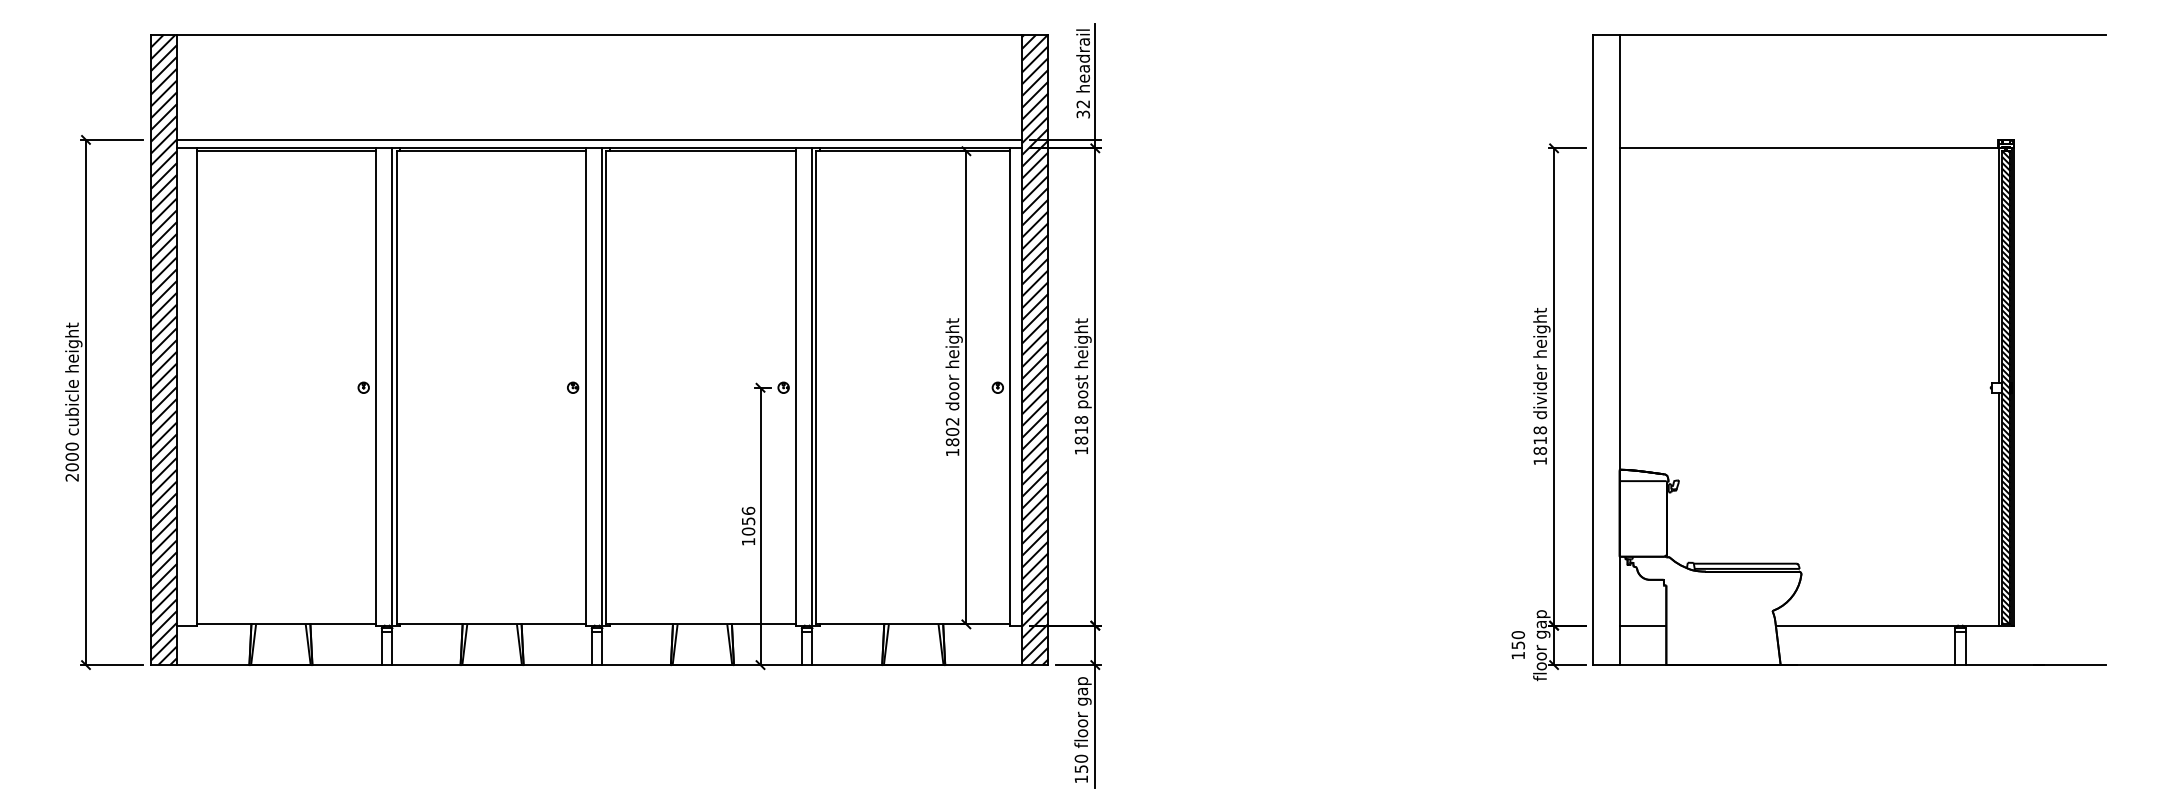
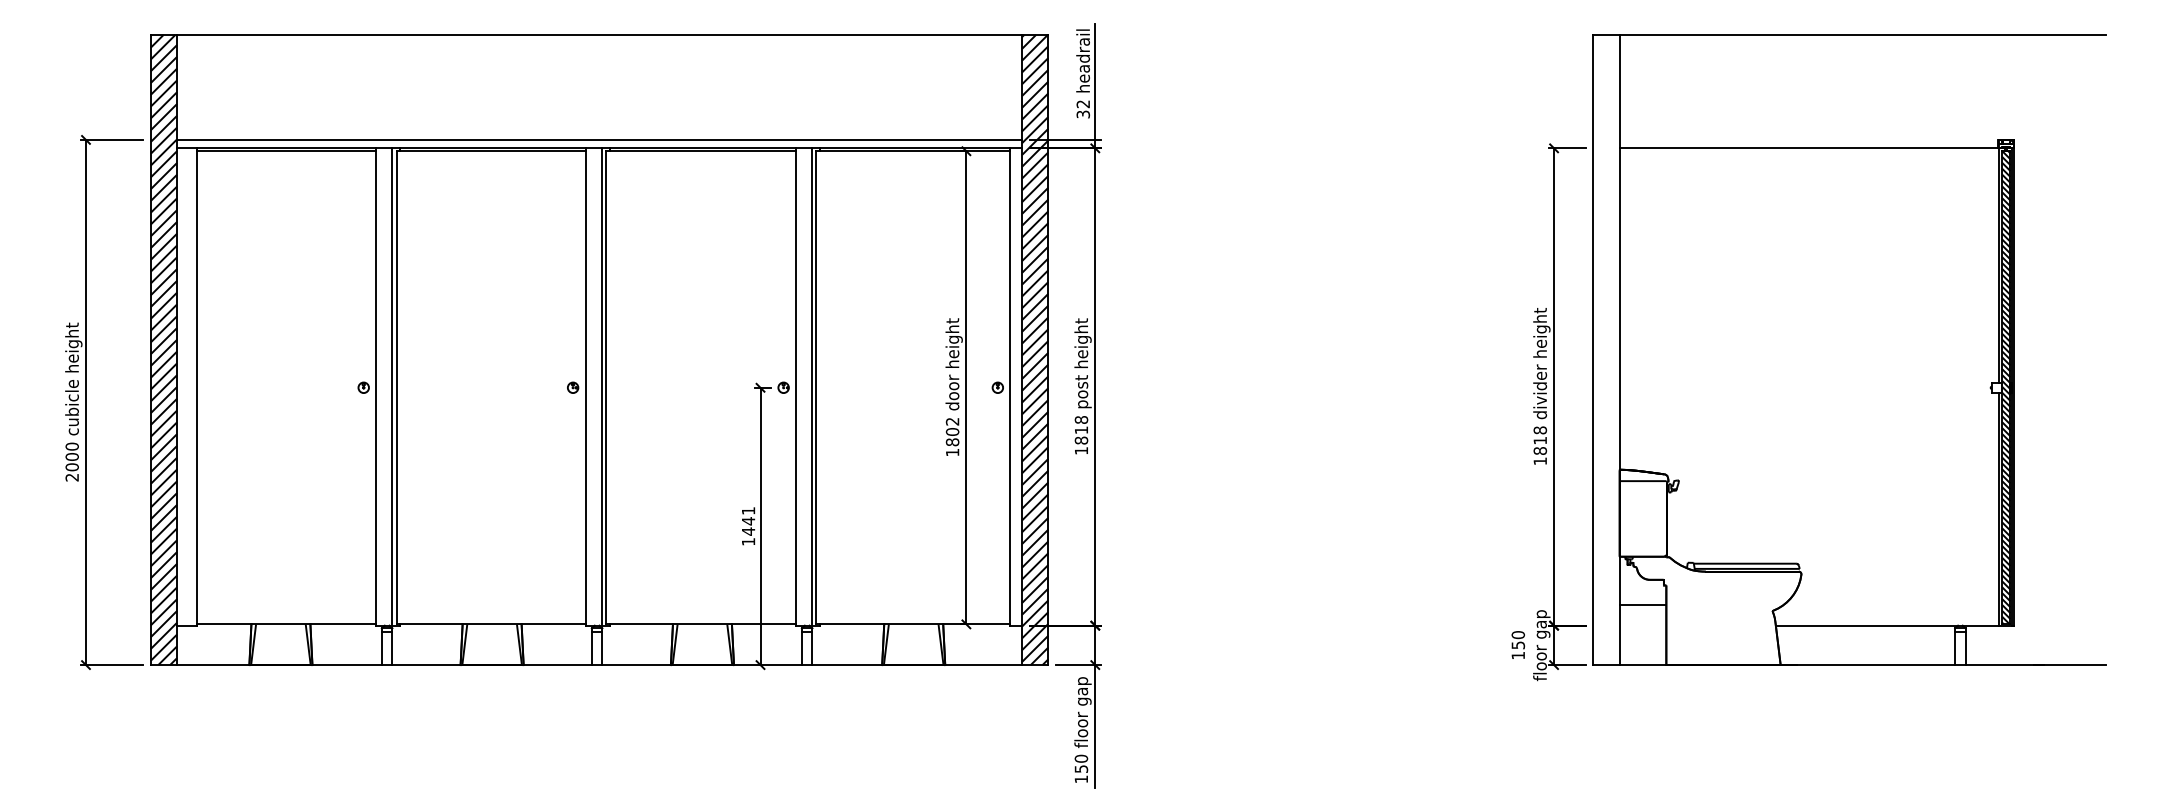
text at (748, 520): 1056 -> 1441
line at (1642, 625) position: (1642, 625) -> (1642, 604)
